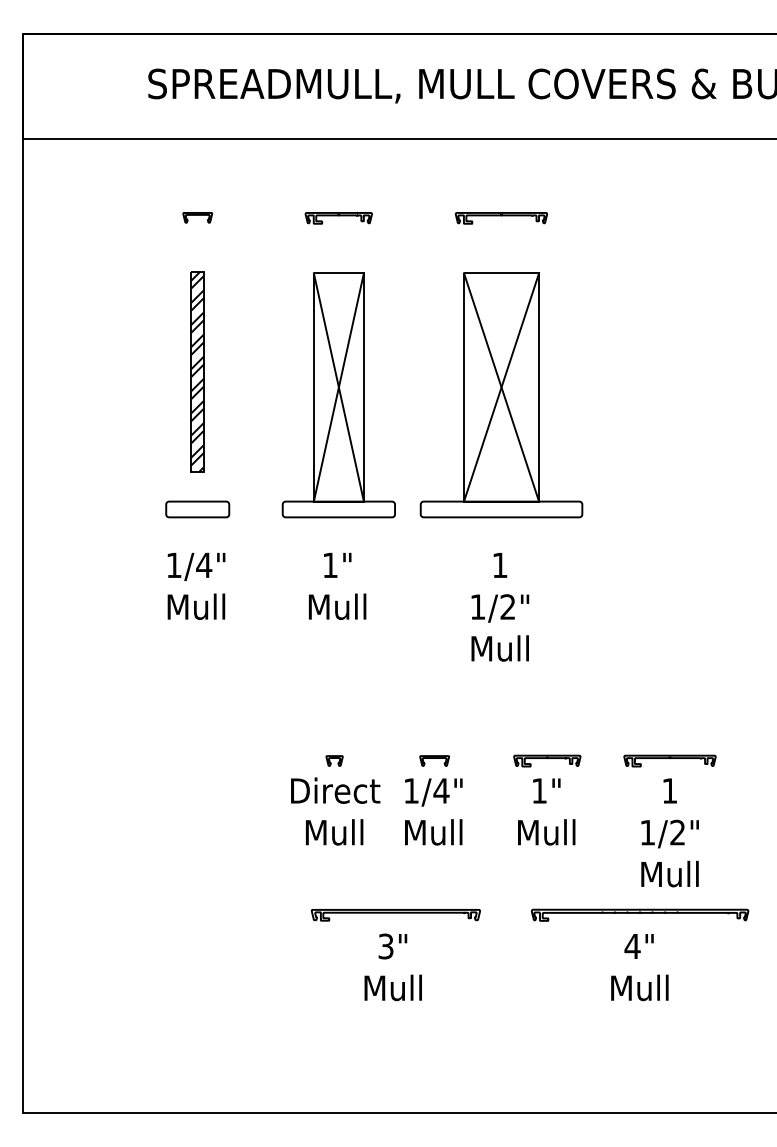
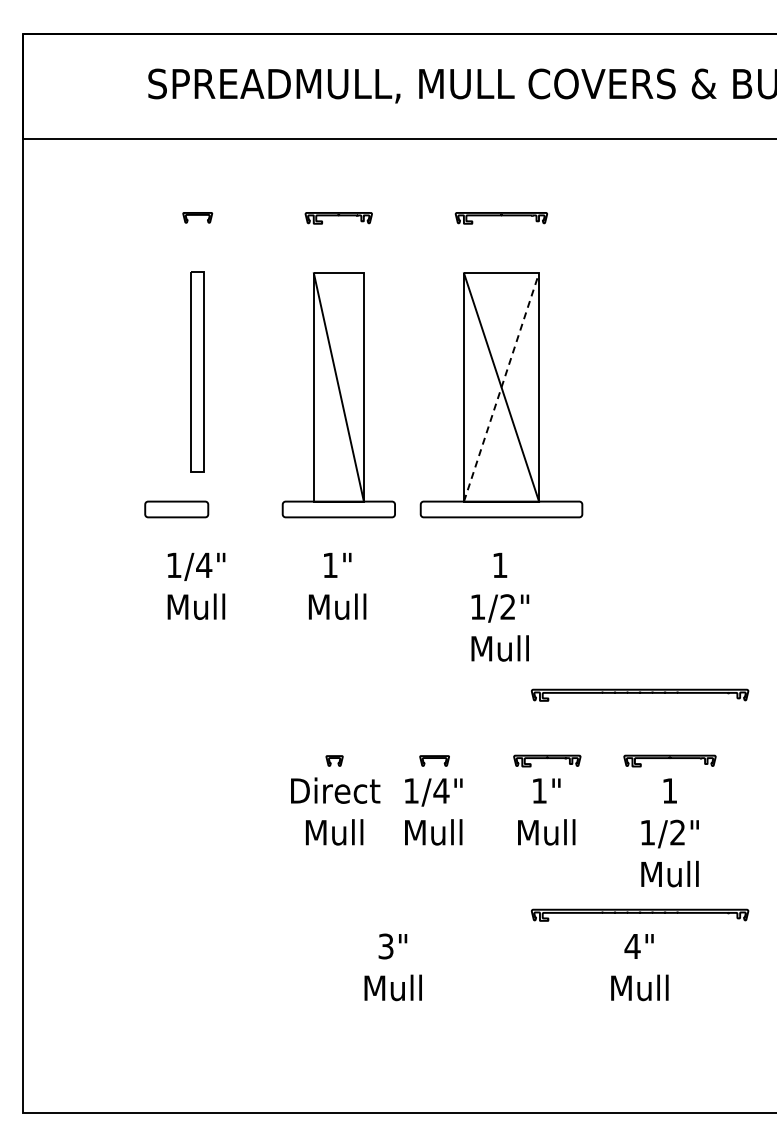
hatch at (197, 371): present -> none
line at (501, 386): solid -> dashed
line at (338, 387): present -> none
part at (197, 509) position: (197, 509) -> (176, 509)
curve at (639, 693): none -> present
part at (395, 915): present -> none
